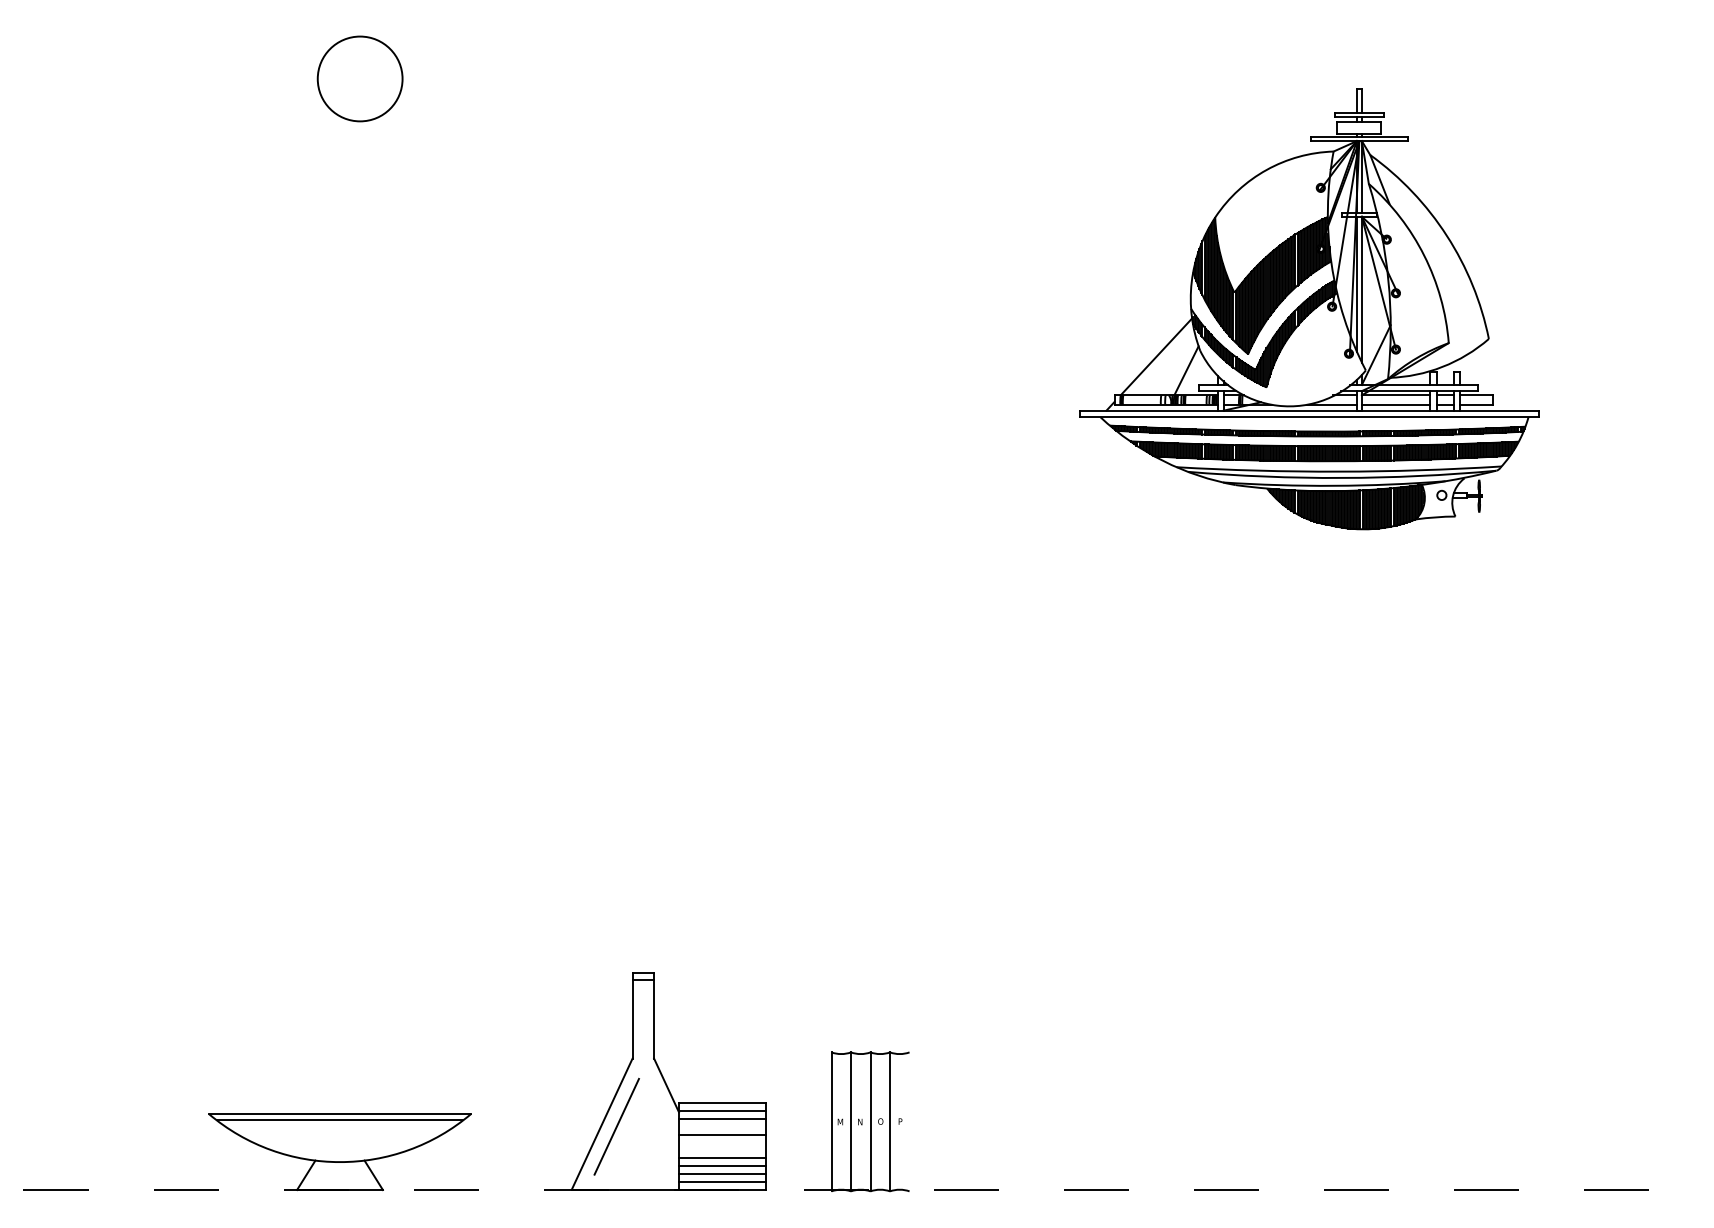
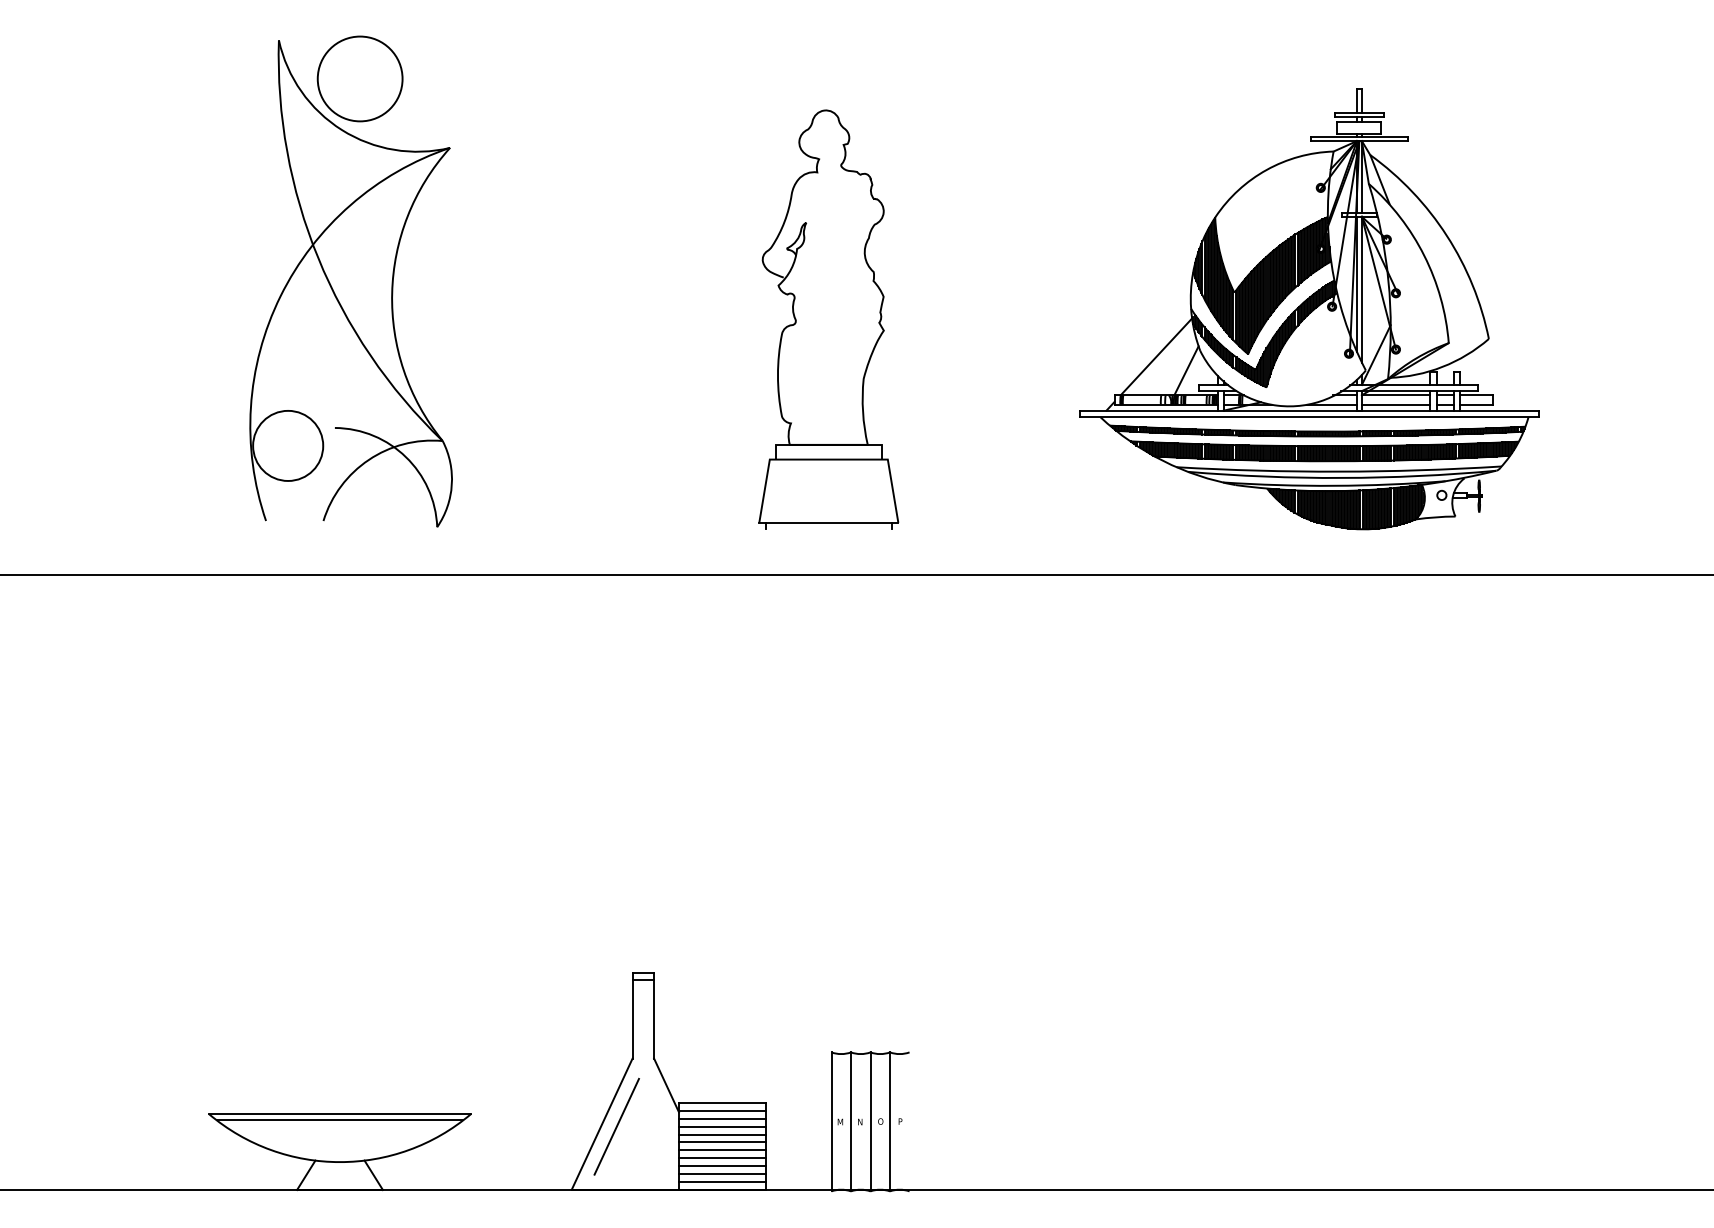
part at (350, 283): none -> present
part at (828, 319): none -> present
line at (856, 574): none -> present
line at (721, 1126): none -> present
line at (721, 1142): none -> present
line at (721, 1150): none -> present
line at (857, 1189): dashed -> solid
